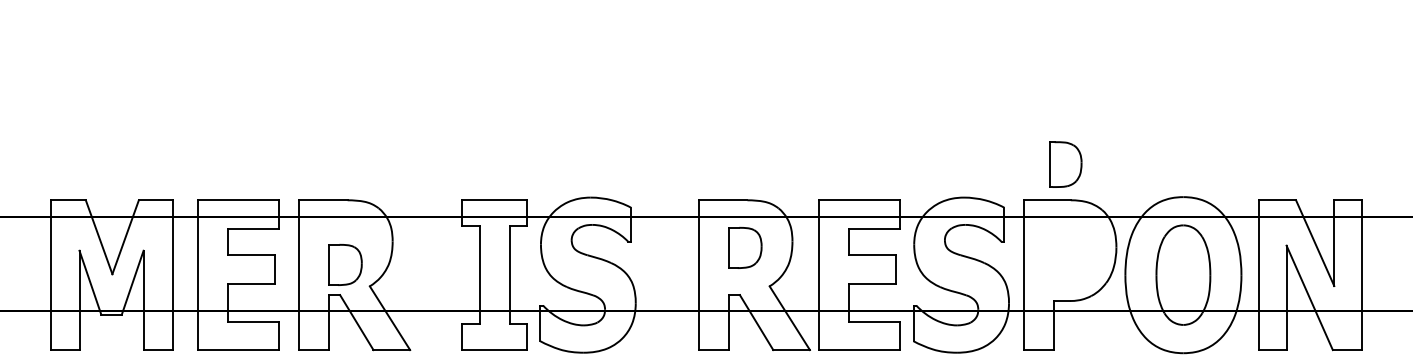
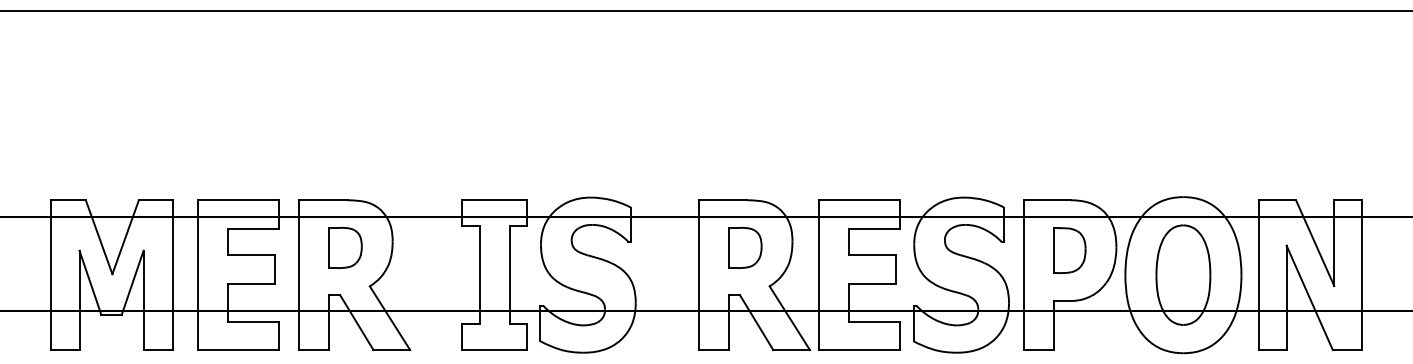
line at (705, 10): none -> present
part at (1065, 164) position: (1065, 164) -> (1069, 250)
part at (345, 264) position: (345, 264) -> (345, 247)
